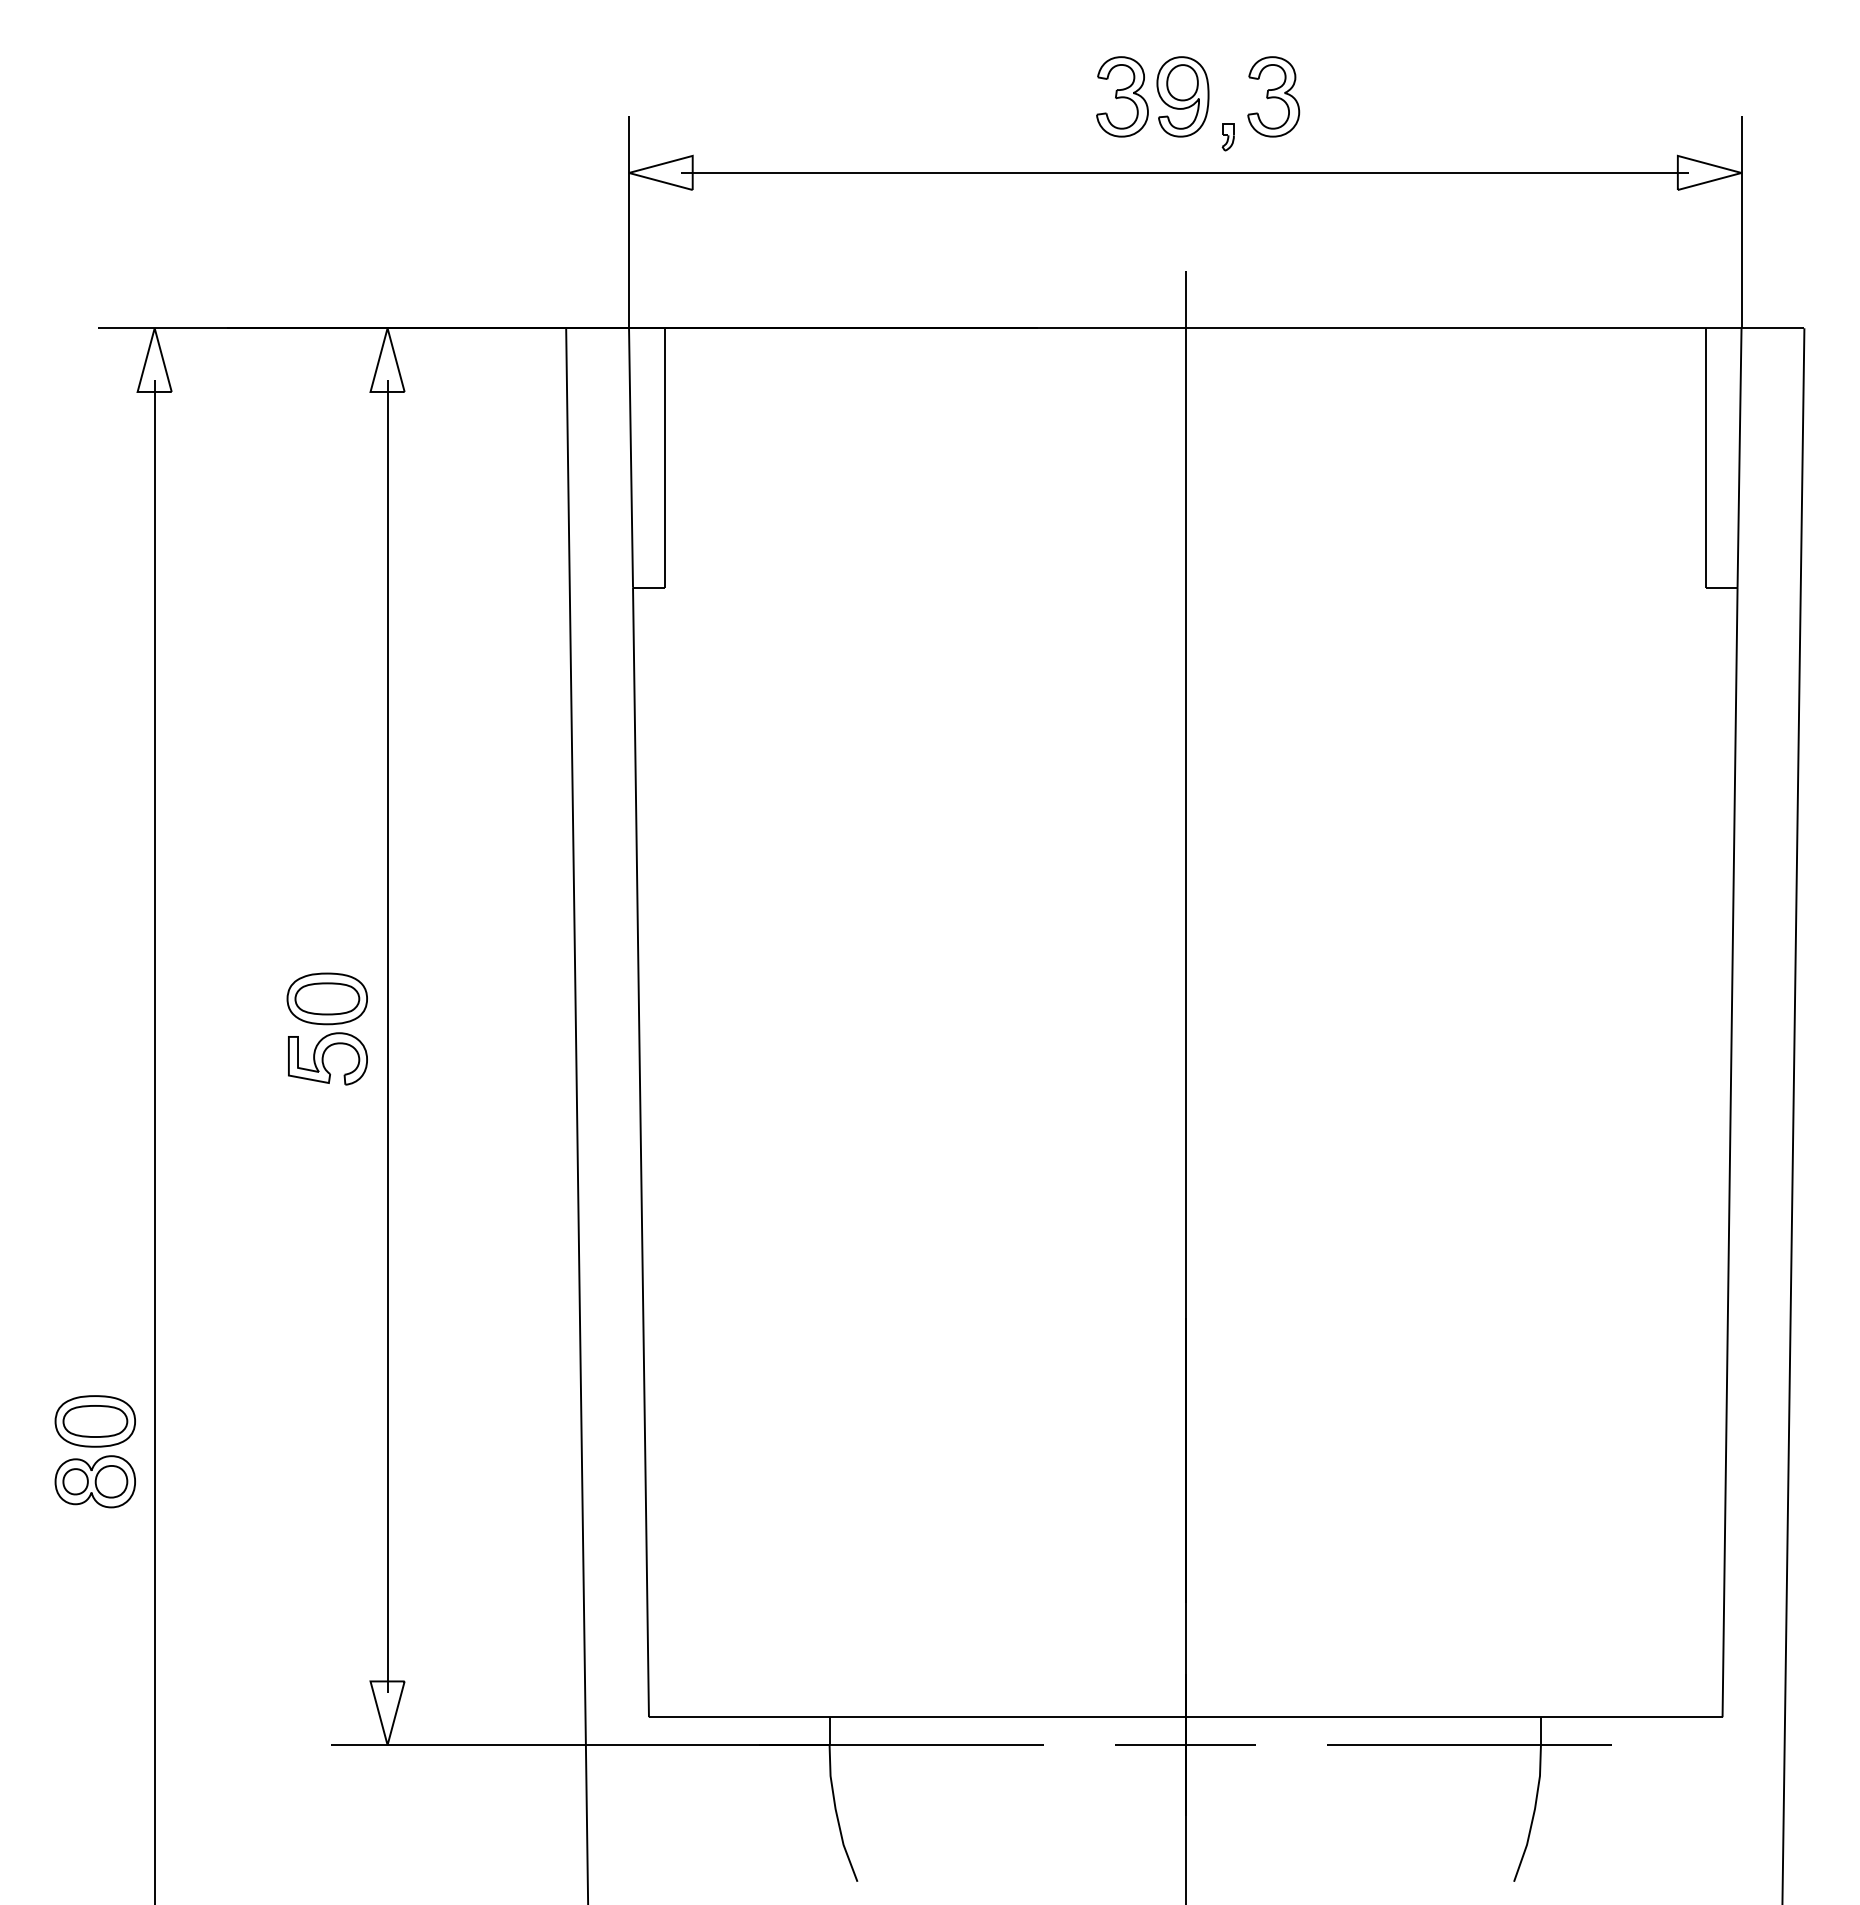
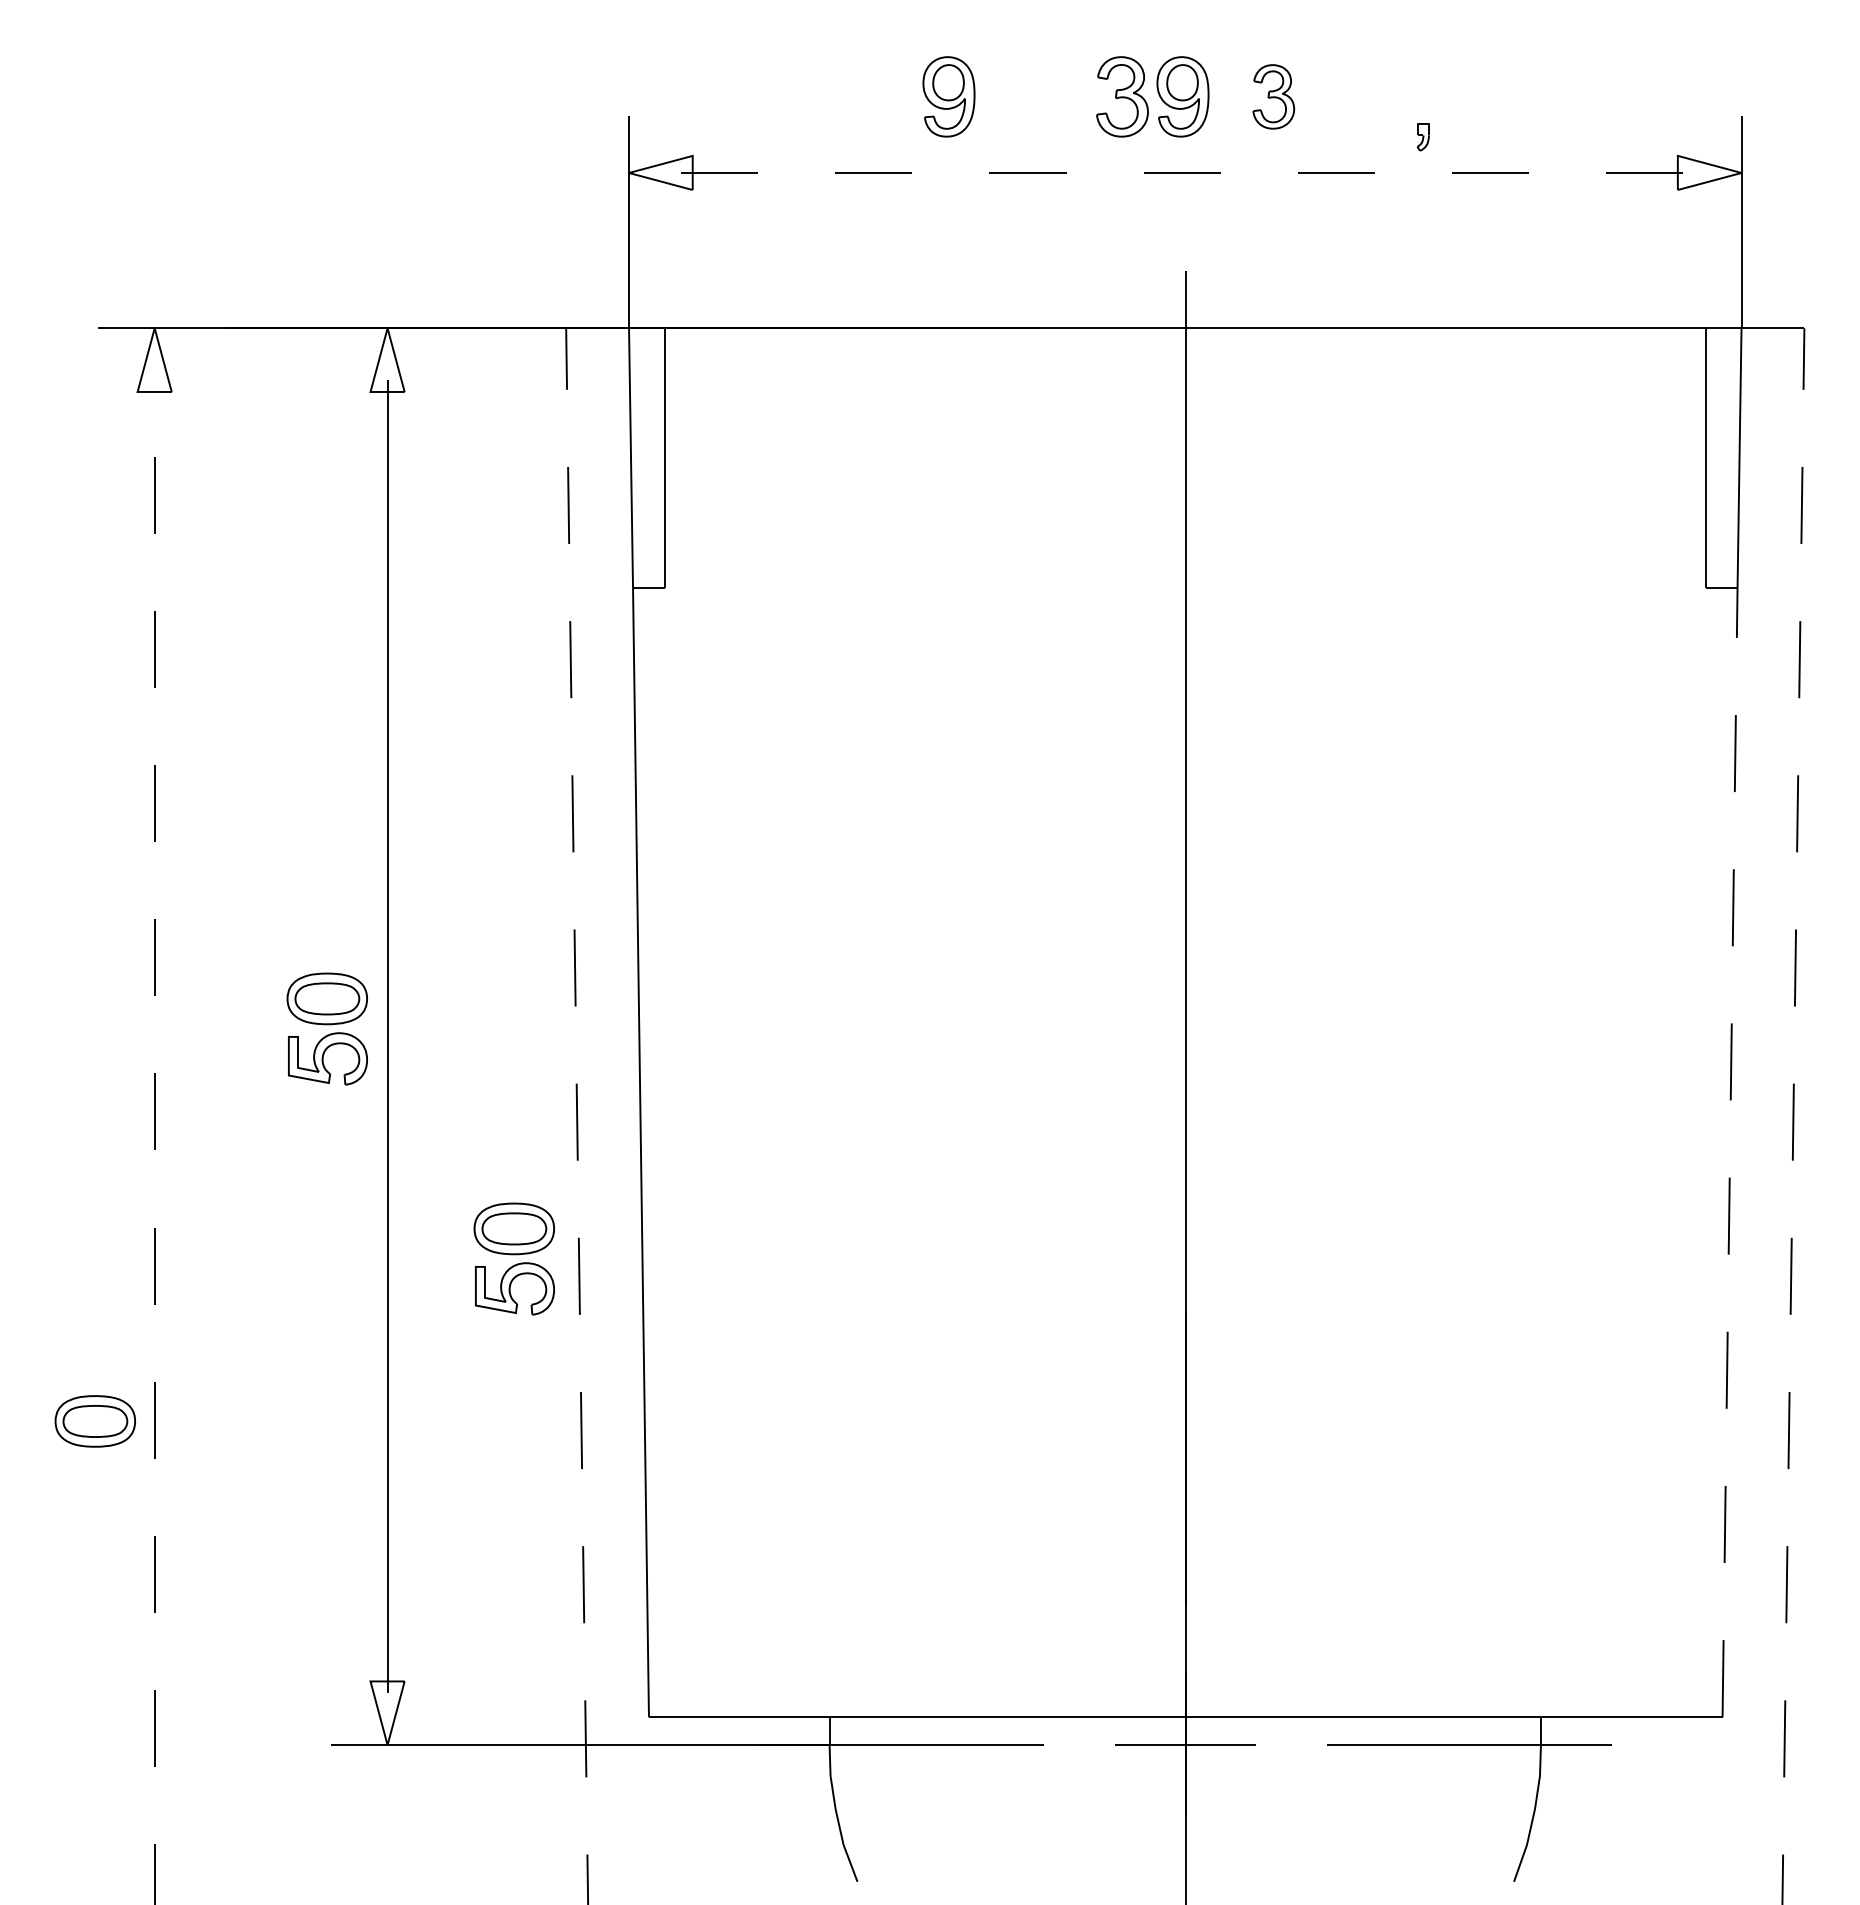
part at (948, 96): none -> present
part at (1273, 96) size: 54x82 px -> 43x66 px
part at (1227, 137) position: (1227, 137) -> (1422, 137)
line at (1185, 172): solid -> dashed
line at (577, 1115): solid -> dashed
line at (1793, 1115): solid -> dashed
line at (154, 1142): solid -> dashed
line at (1730, 1152): solid -> dashed
part at (513, 1258): none -> present
part at (94, 1481): present -> none
